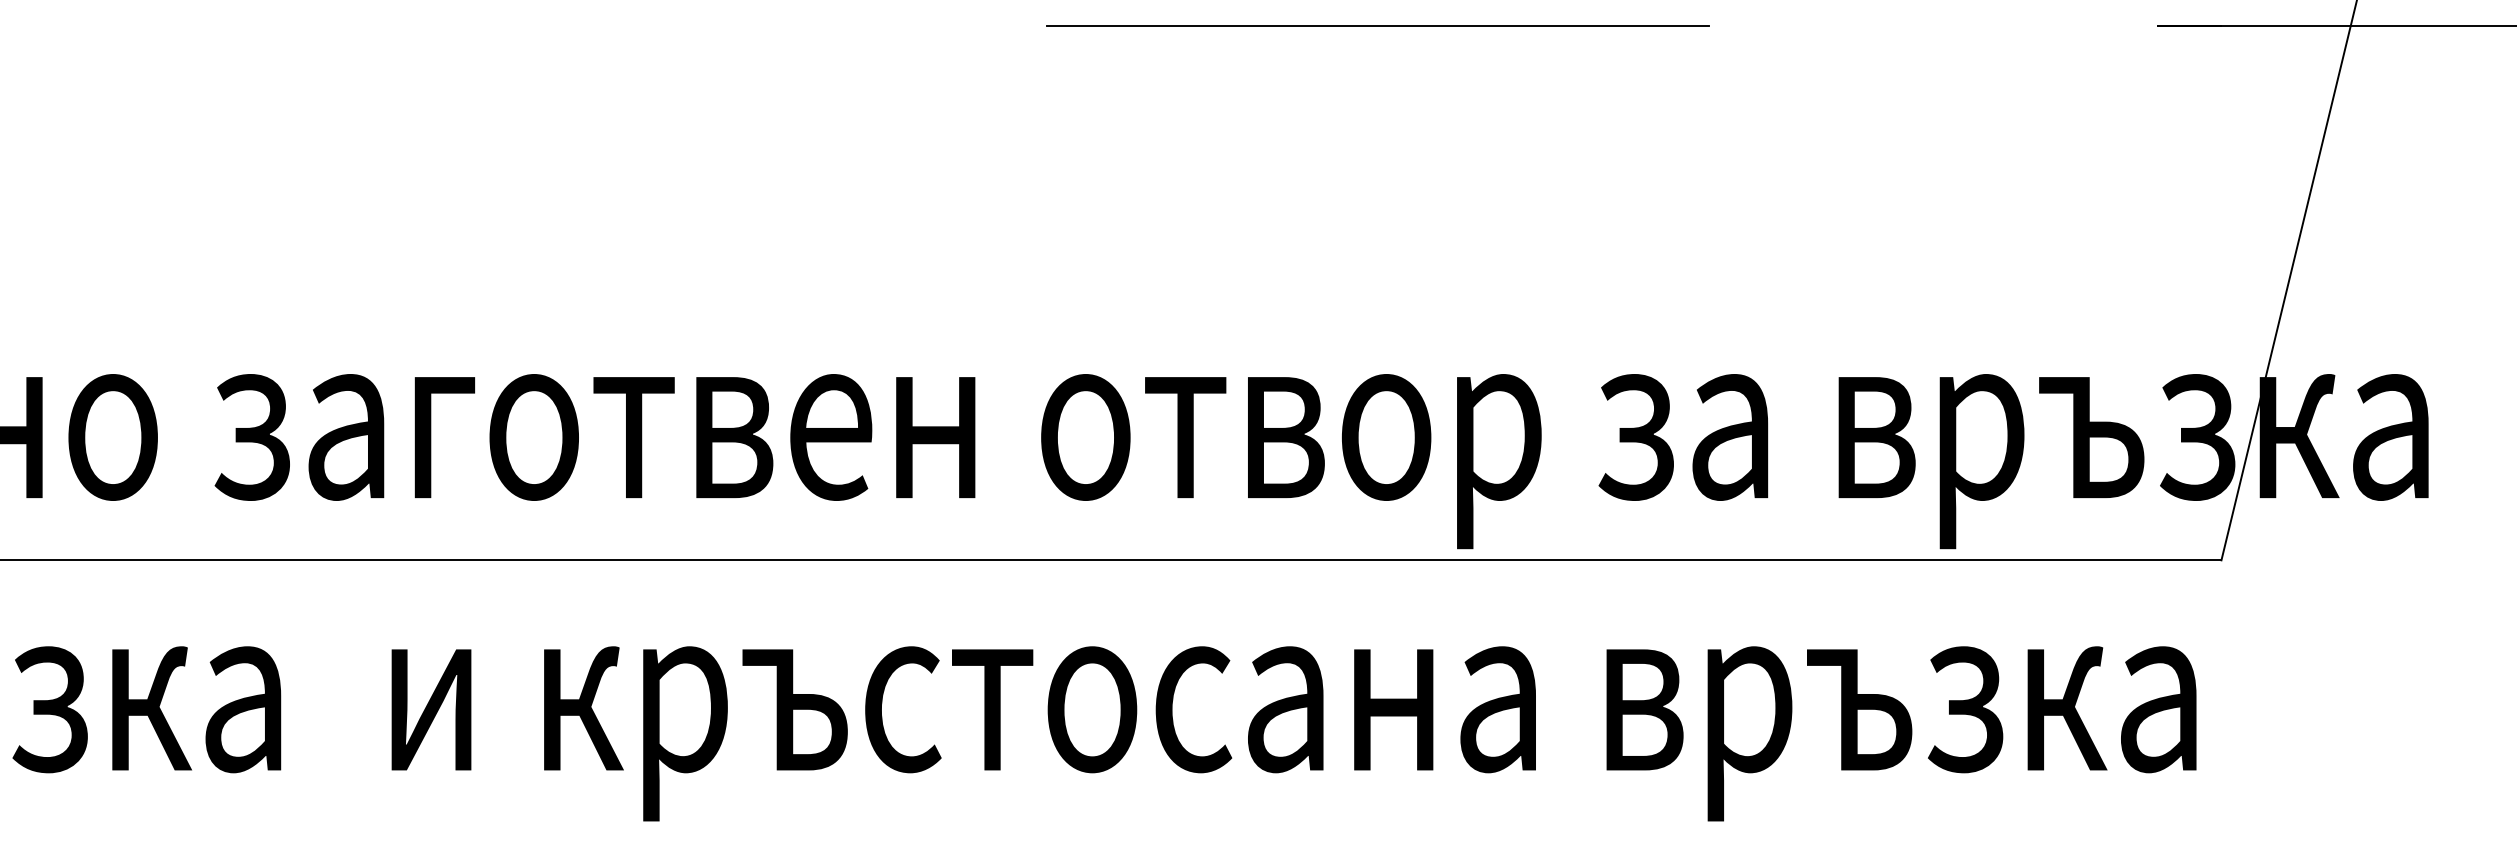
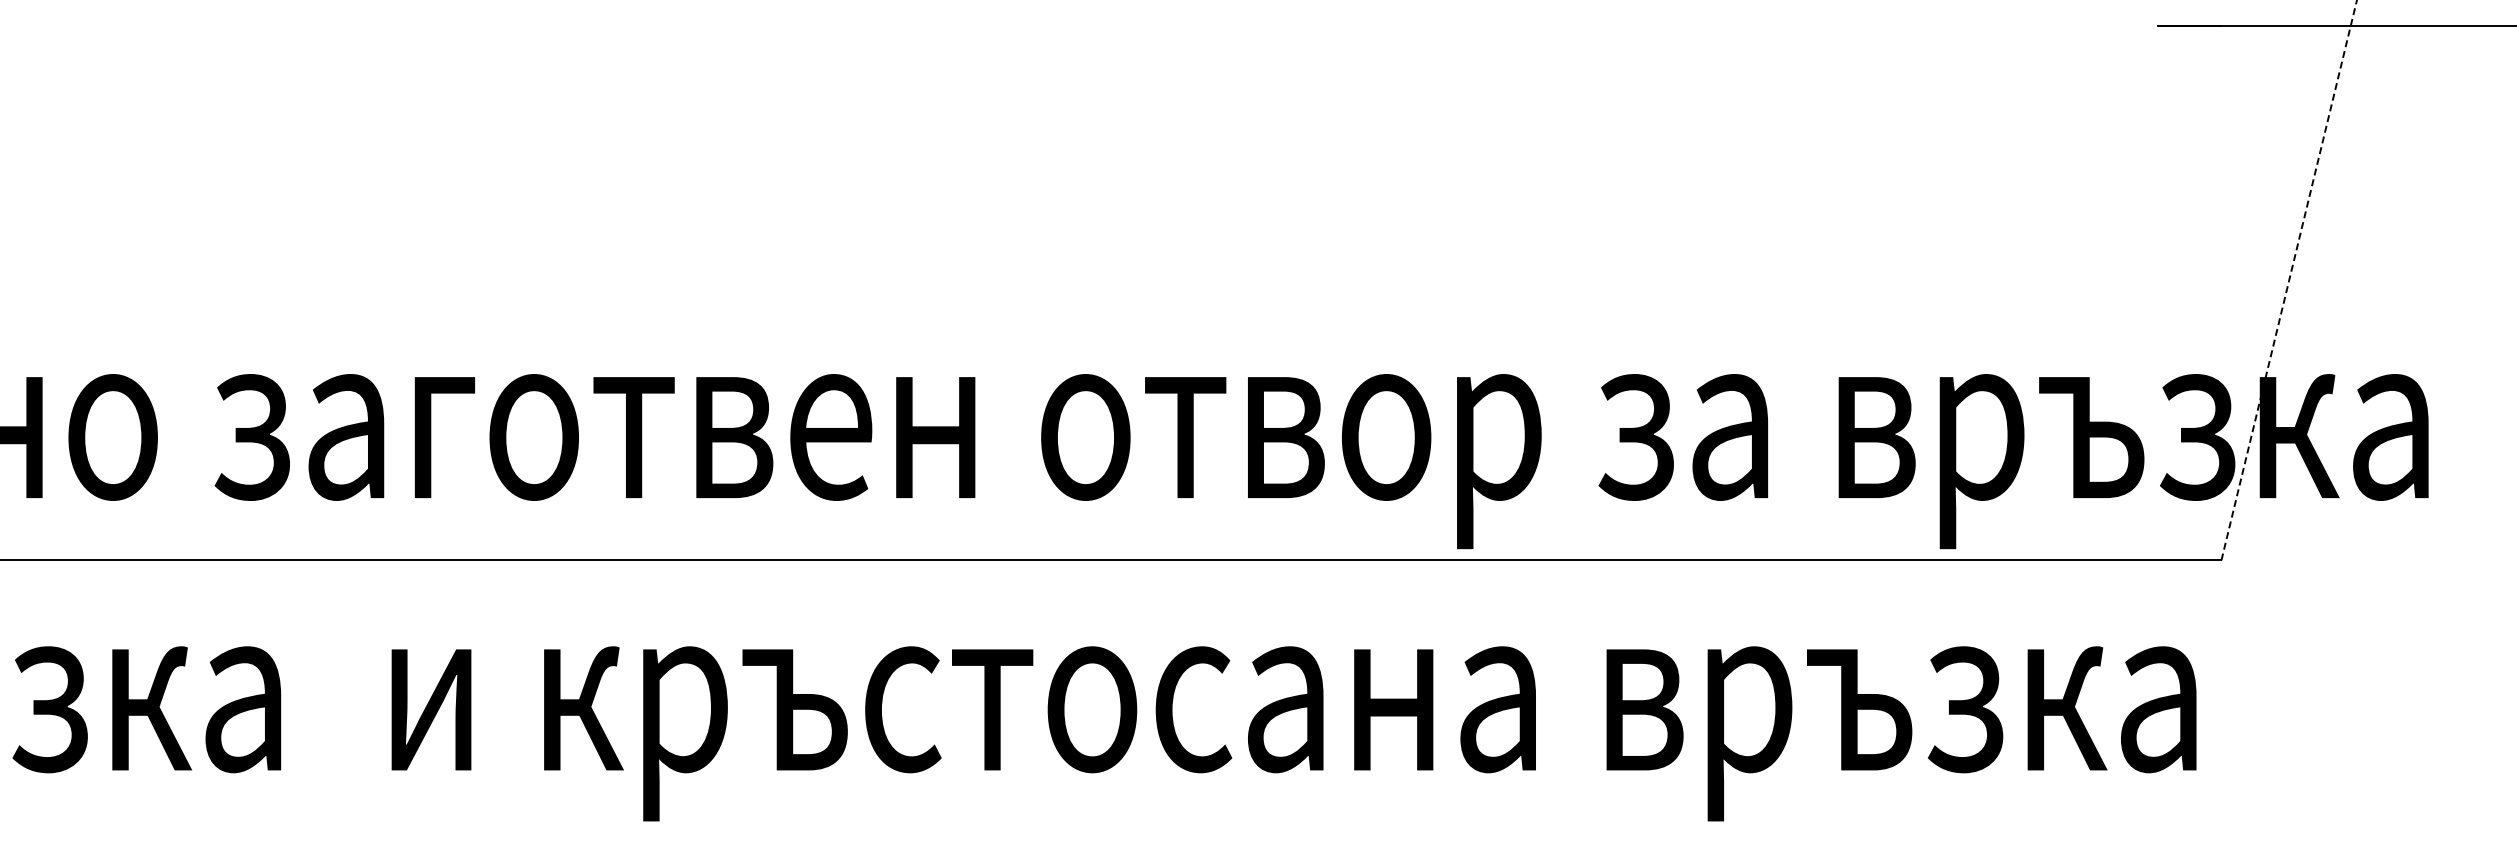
line at (1377, 25): present -> none
line at (2289, 280): solid -> dashed
